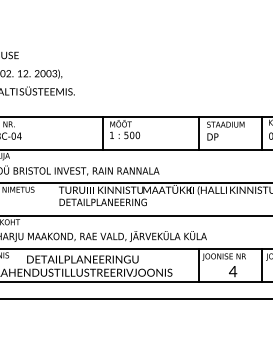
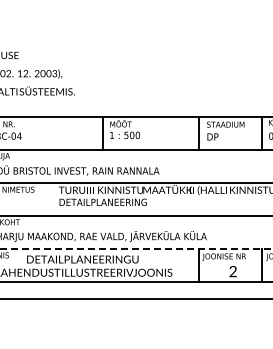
line at (137, 249): solid -> dashed
text at (232, 271): 4 -> 2
